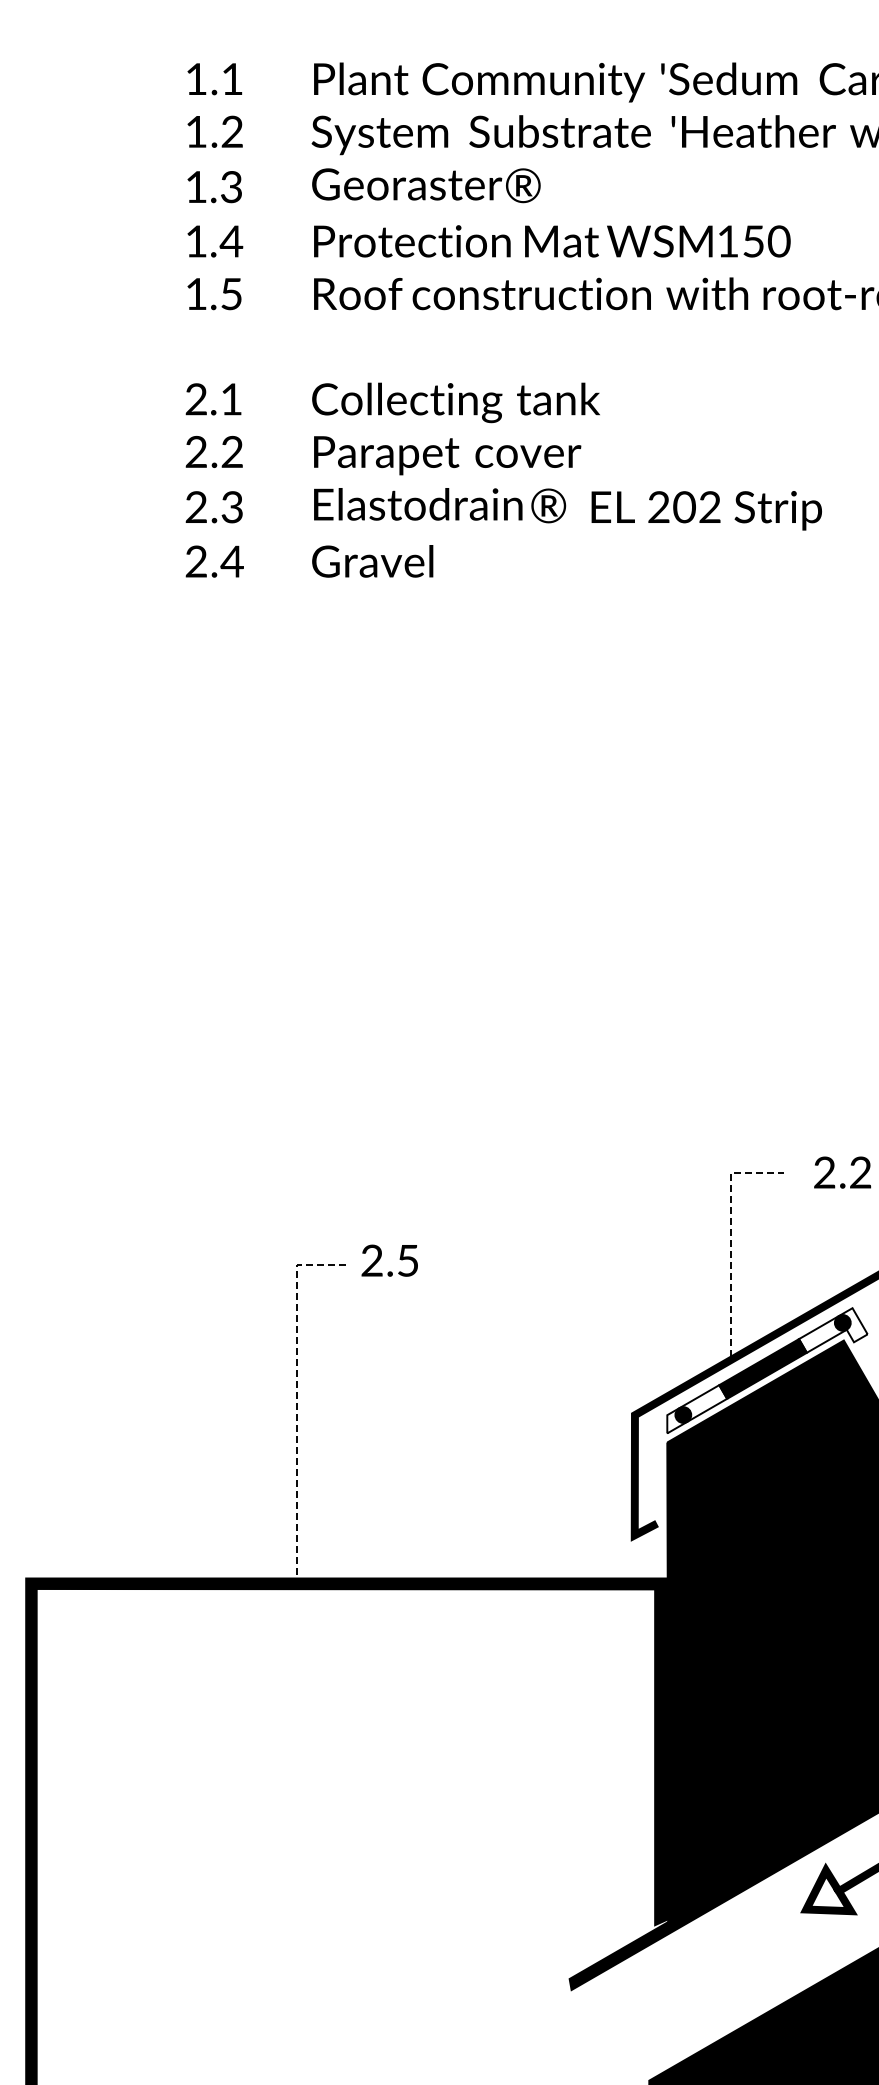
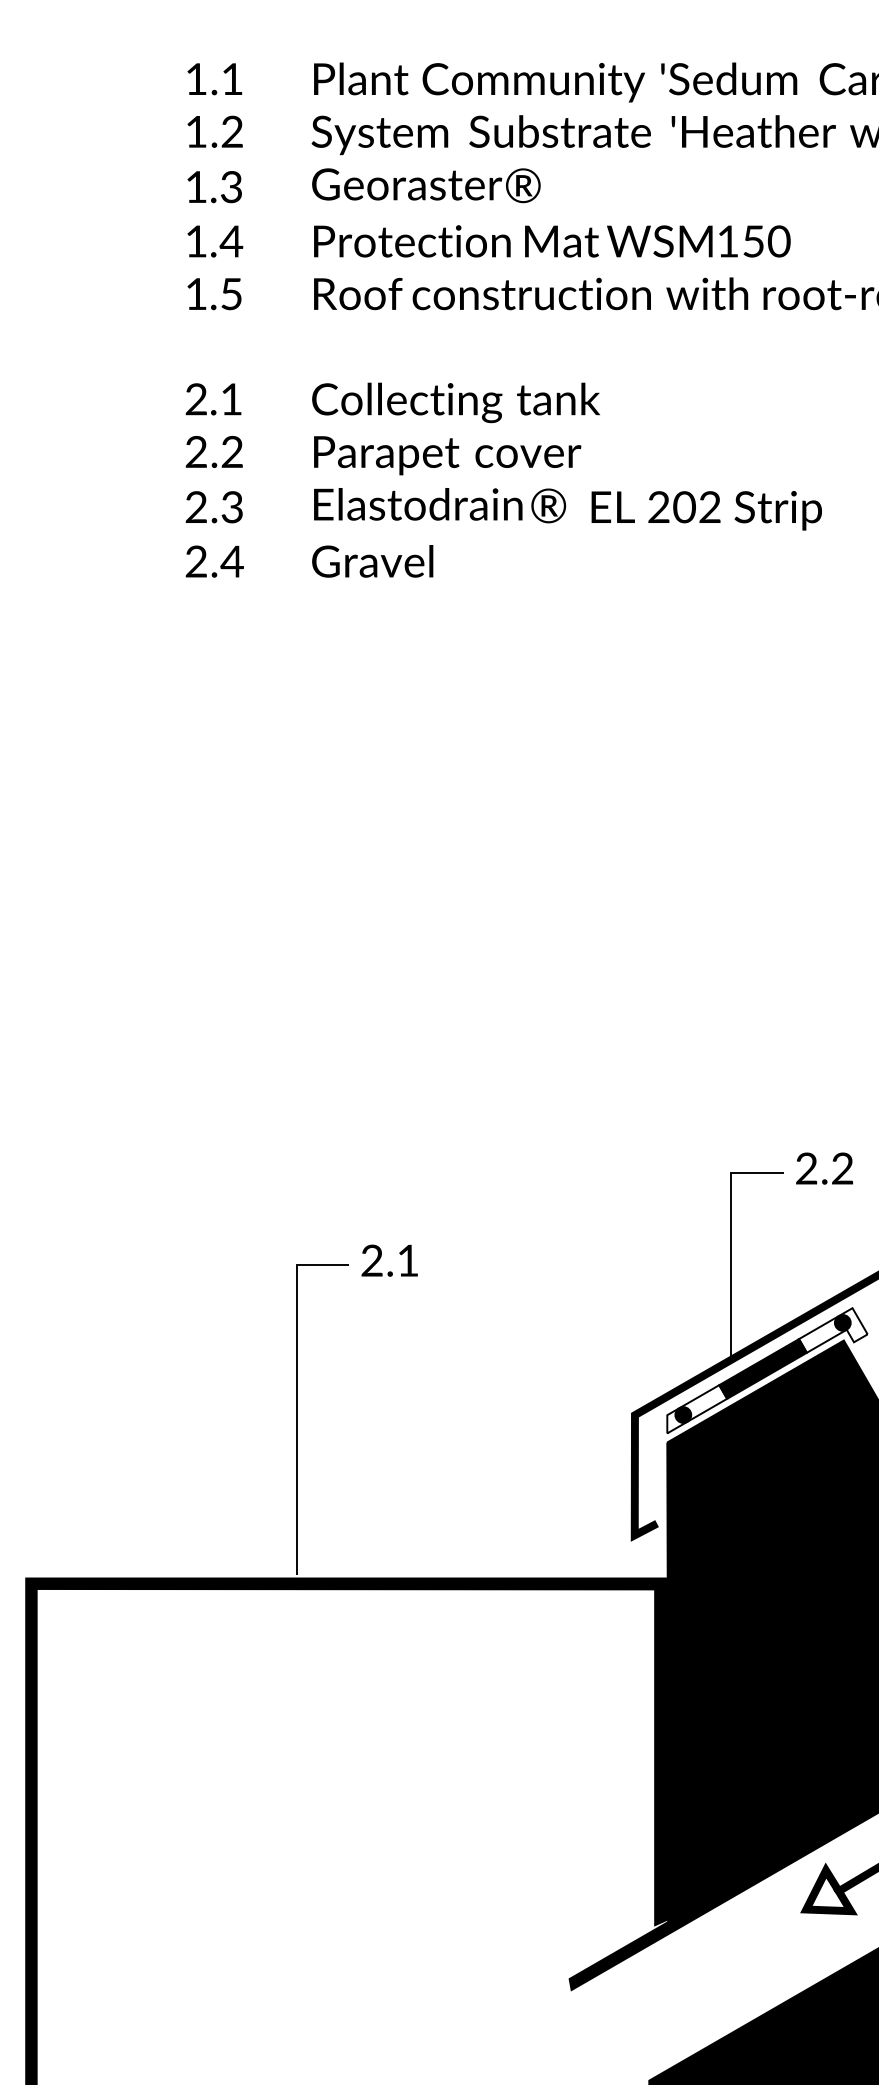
text at (842, 1172) position: (842, 1172) -> (824, 1168)
line at (731, 1237): dashed -> solid
text at (407, 1260): 2.5 -> 2.1
line at (296, 1392): dashed -> solid
